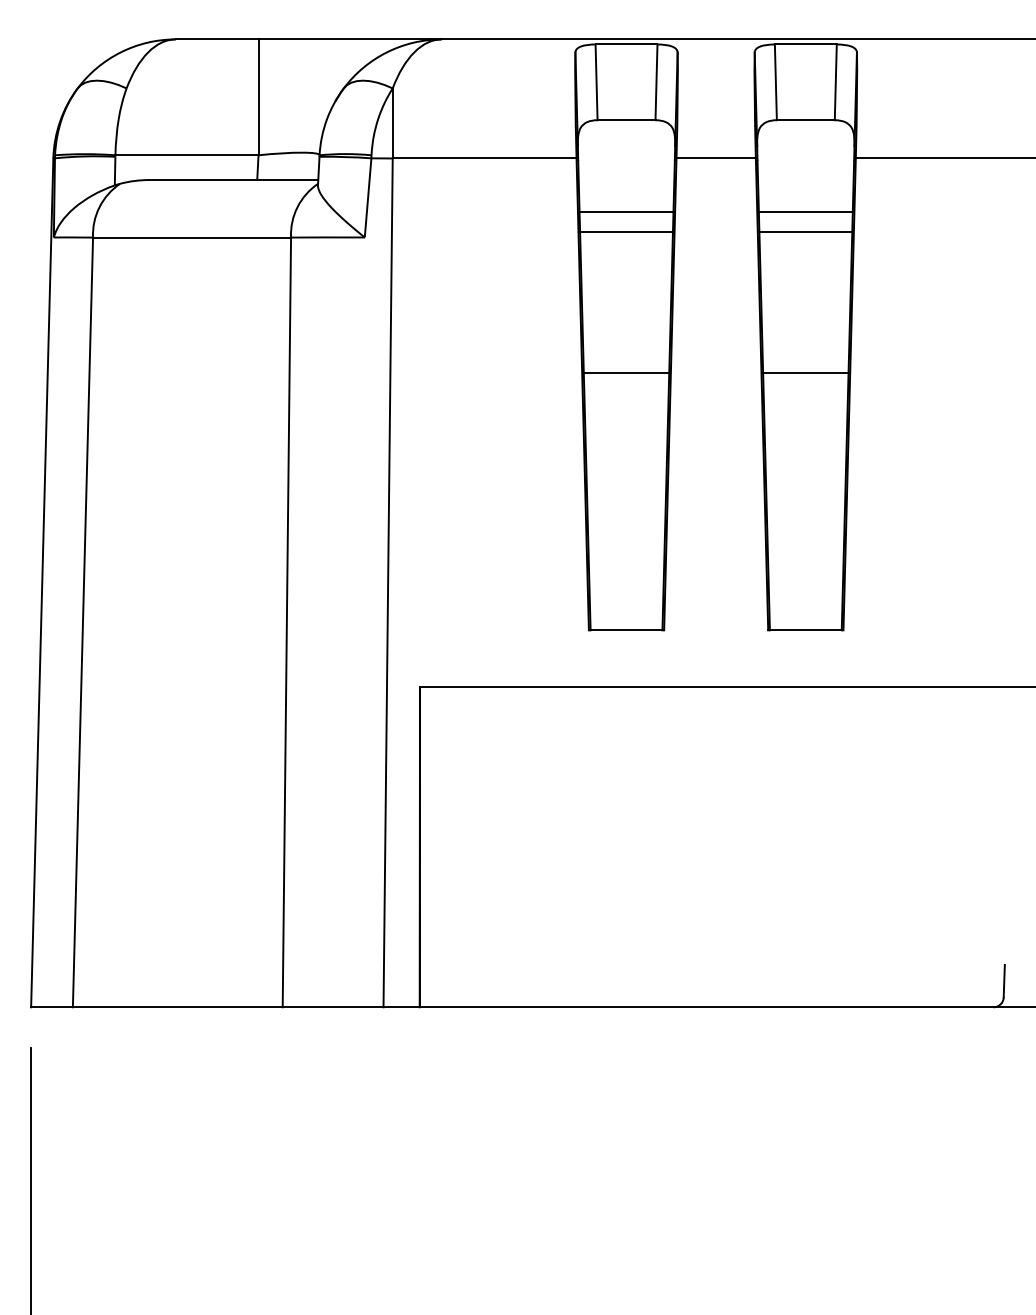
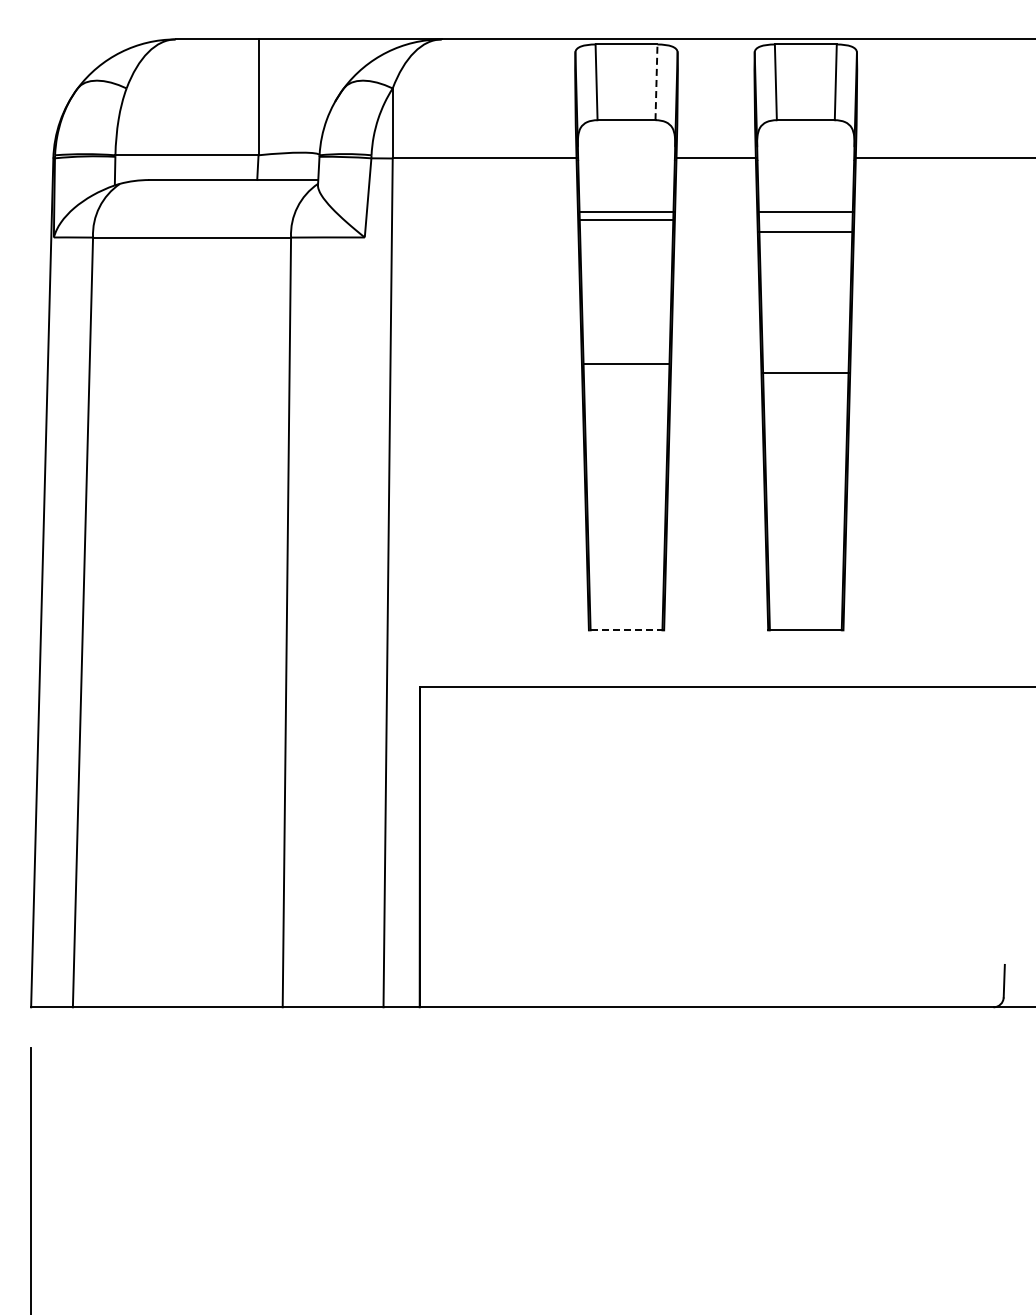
line at (656, 82): solid -> dashed
line at (626, 232) position: (626, 232) -> (626, 220)
line at (626, 373) position: (626, 373) -> (626, 364)
line at (626, 630): solid -> dashed
